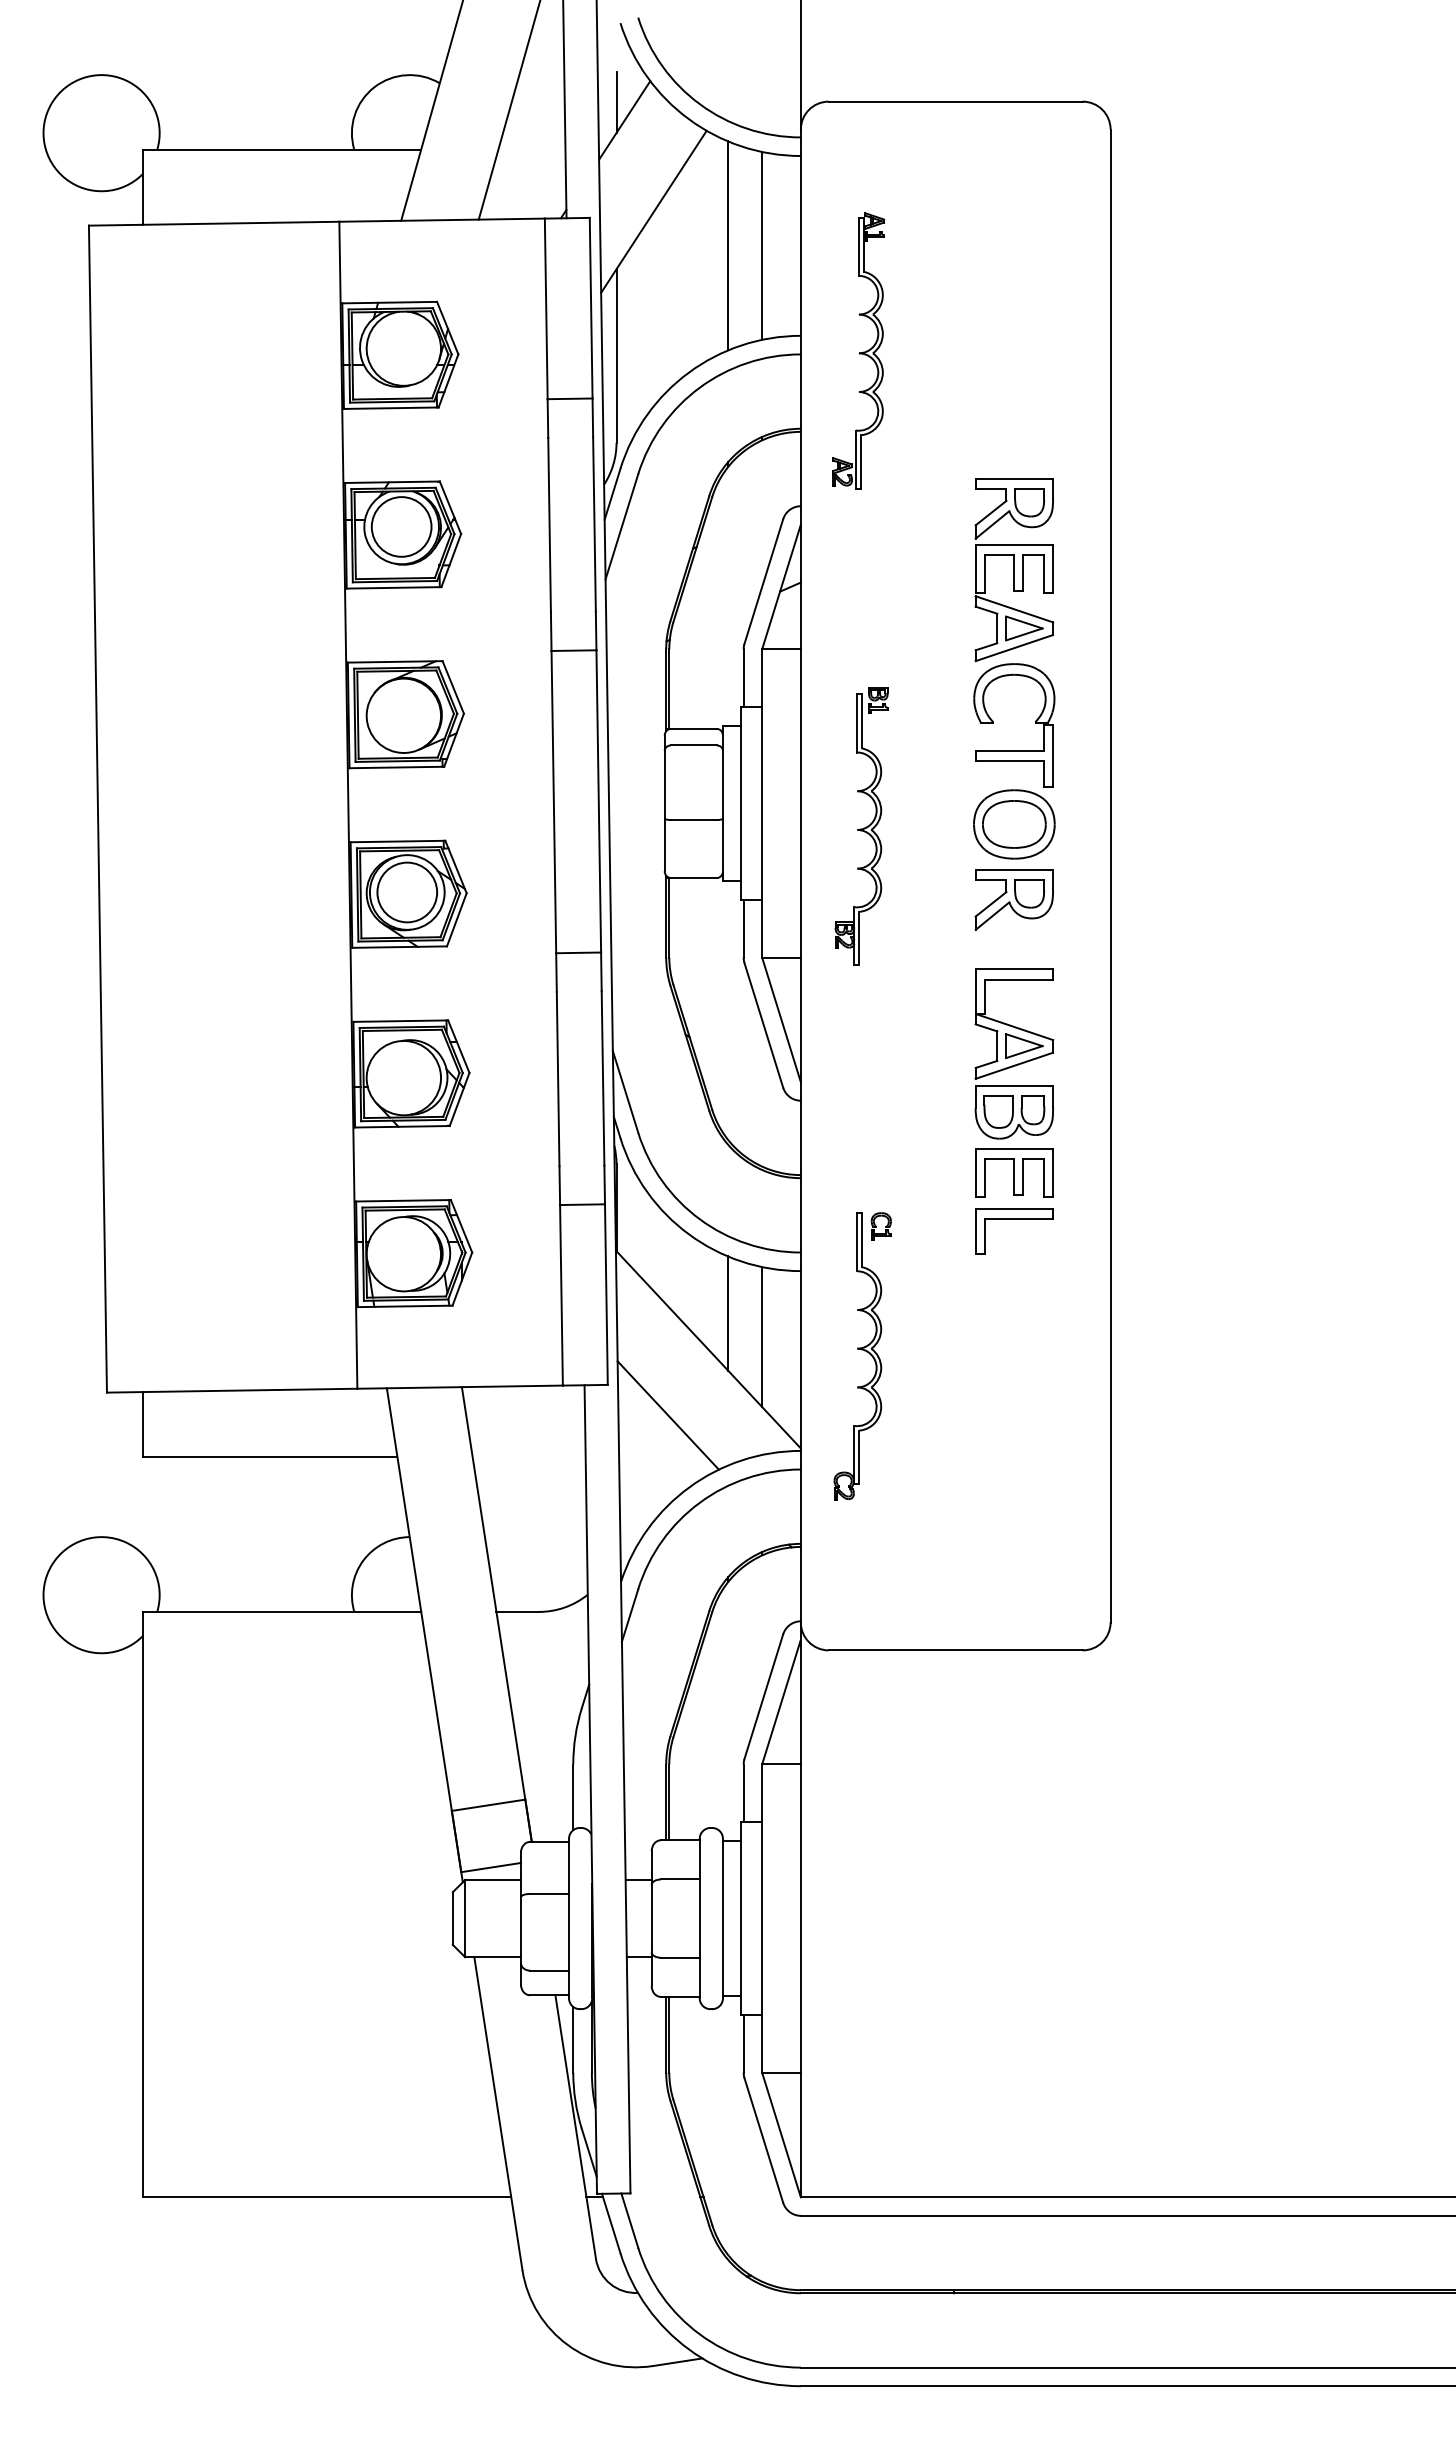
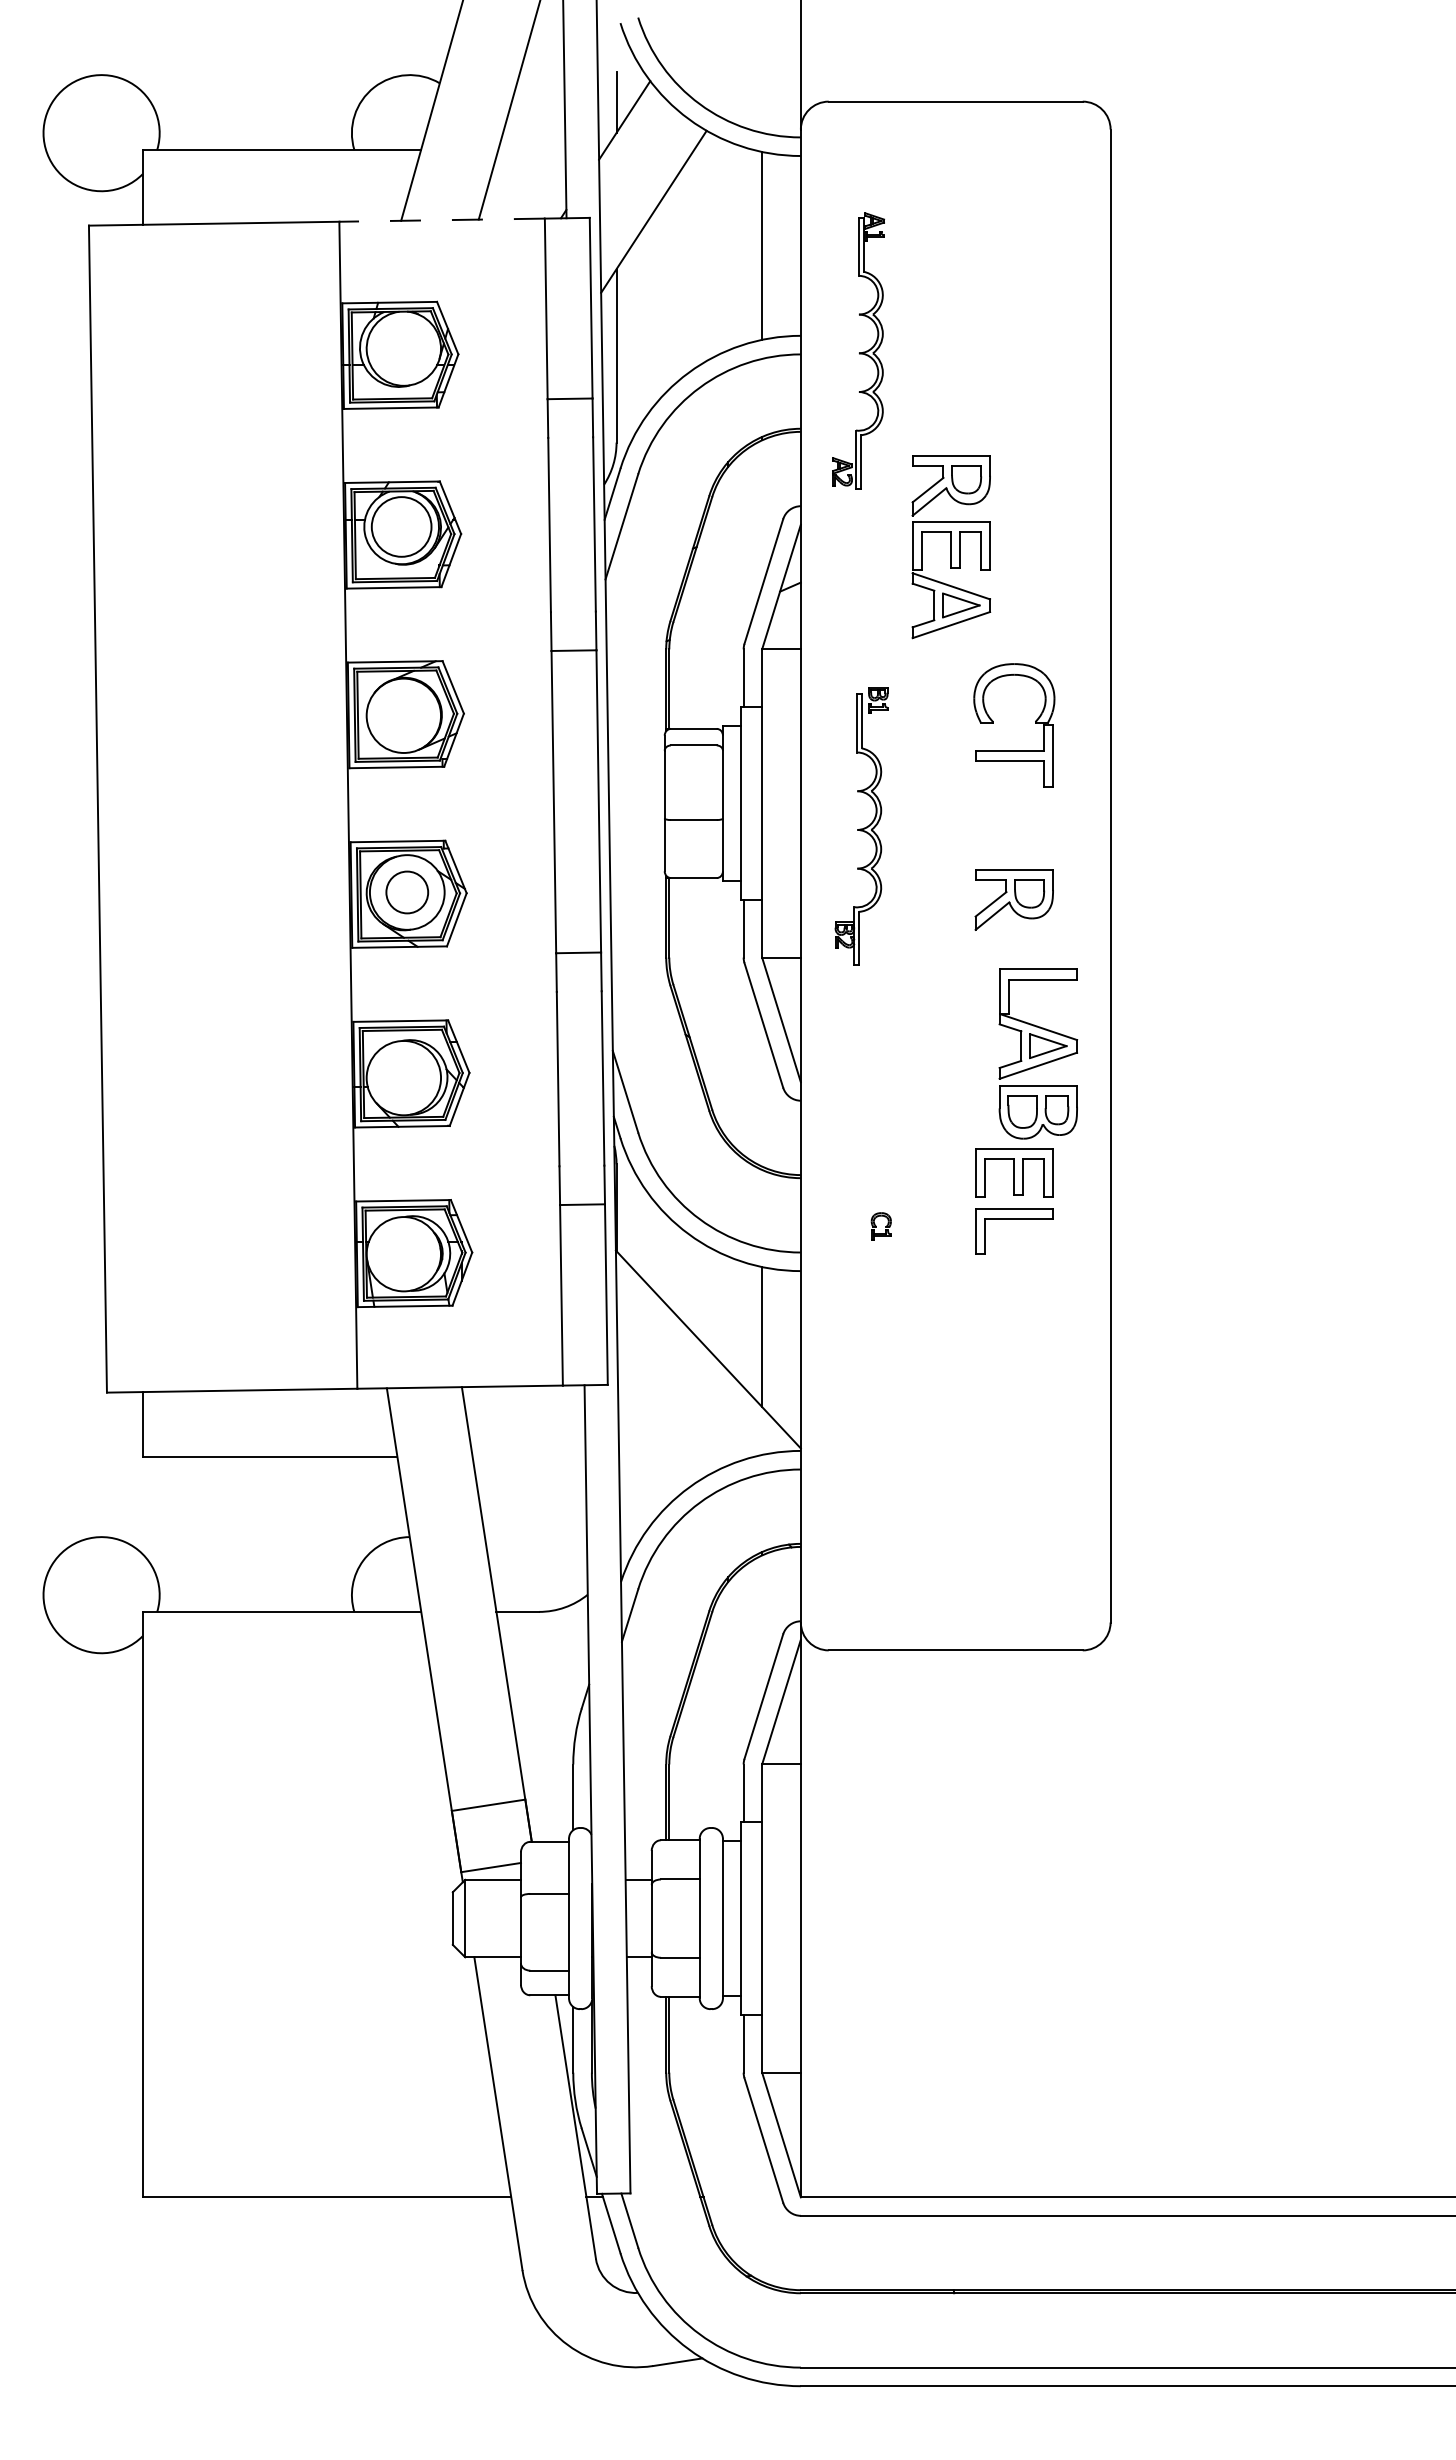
line at (442, 220): solid -> dashed
line at (728, 245): present -> none
part at (1014, 570) position: (1014, 570) -> (951, 547)
part at (1014, 824): present -> none
circle at (407, 892) diameter: 60 px -> 42 px
part at (1014, 1053) position: (1014, 1053) -> (1038, 1053)
line at (728, 1313): present -> none
part at (857, 1349): present -> none
line at (667, 1415): present -> none
